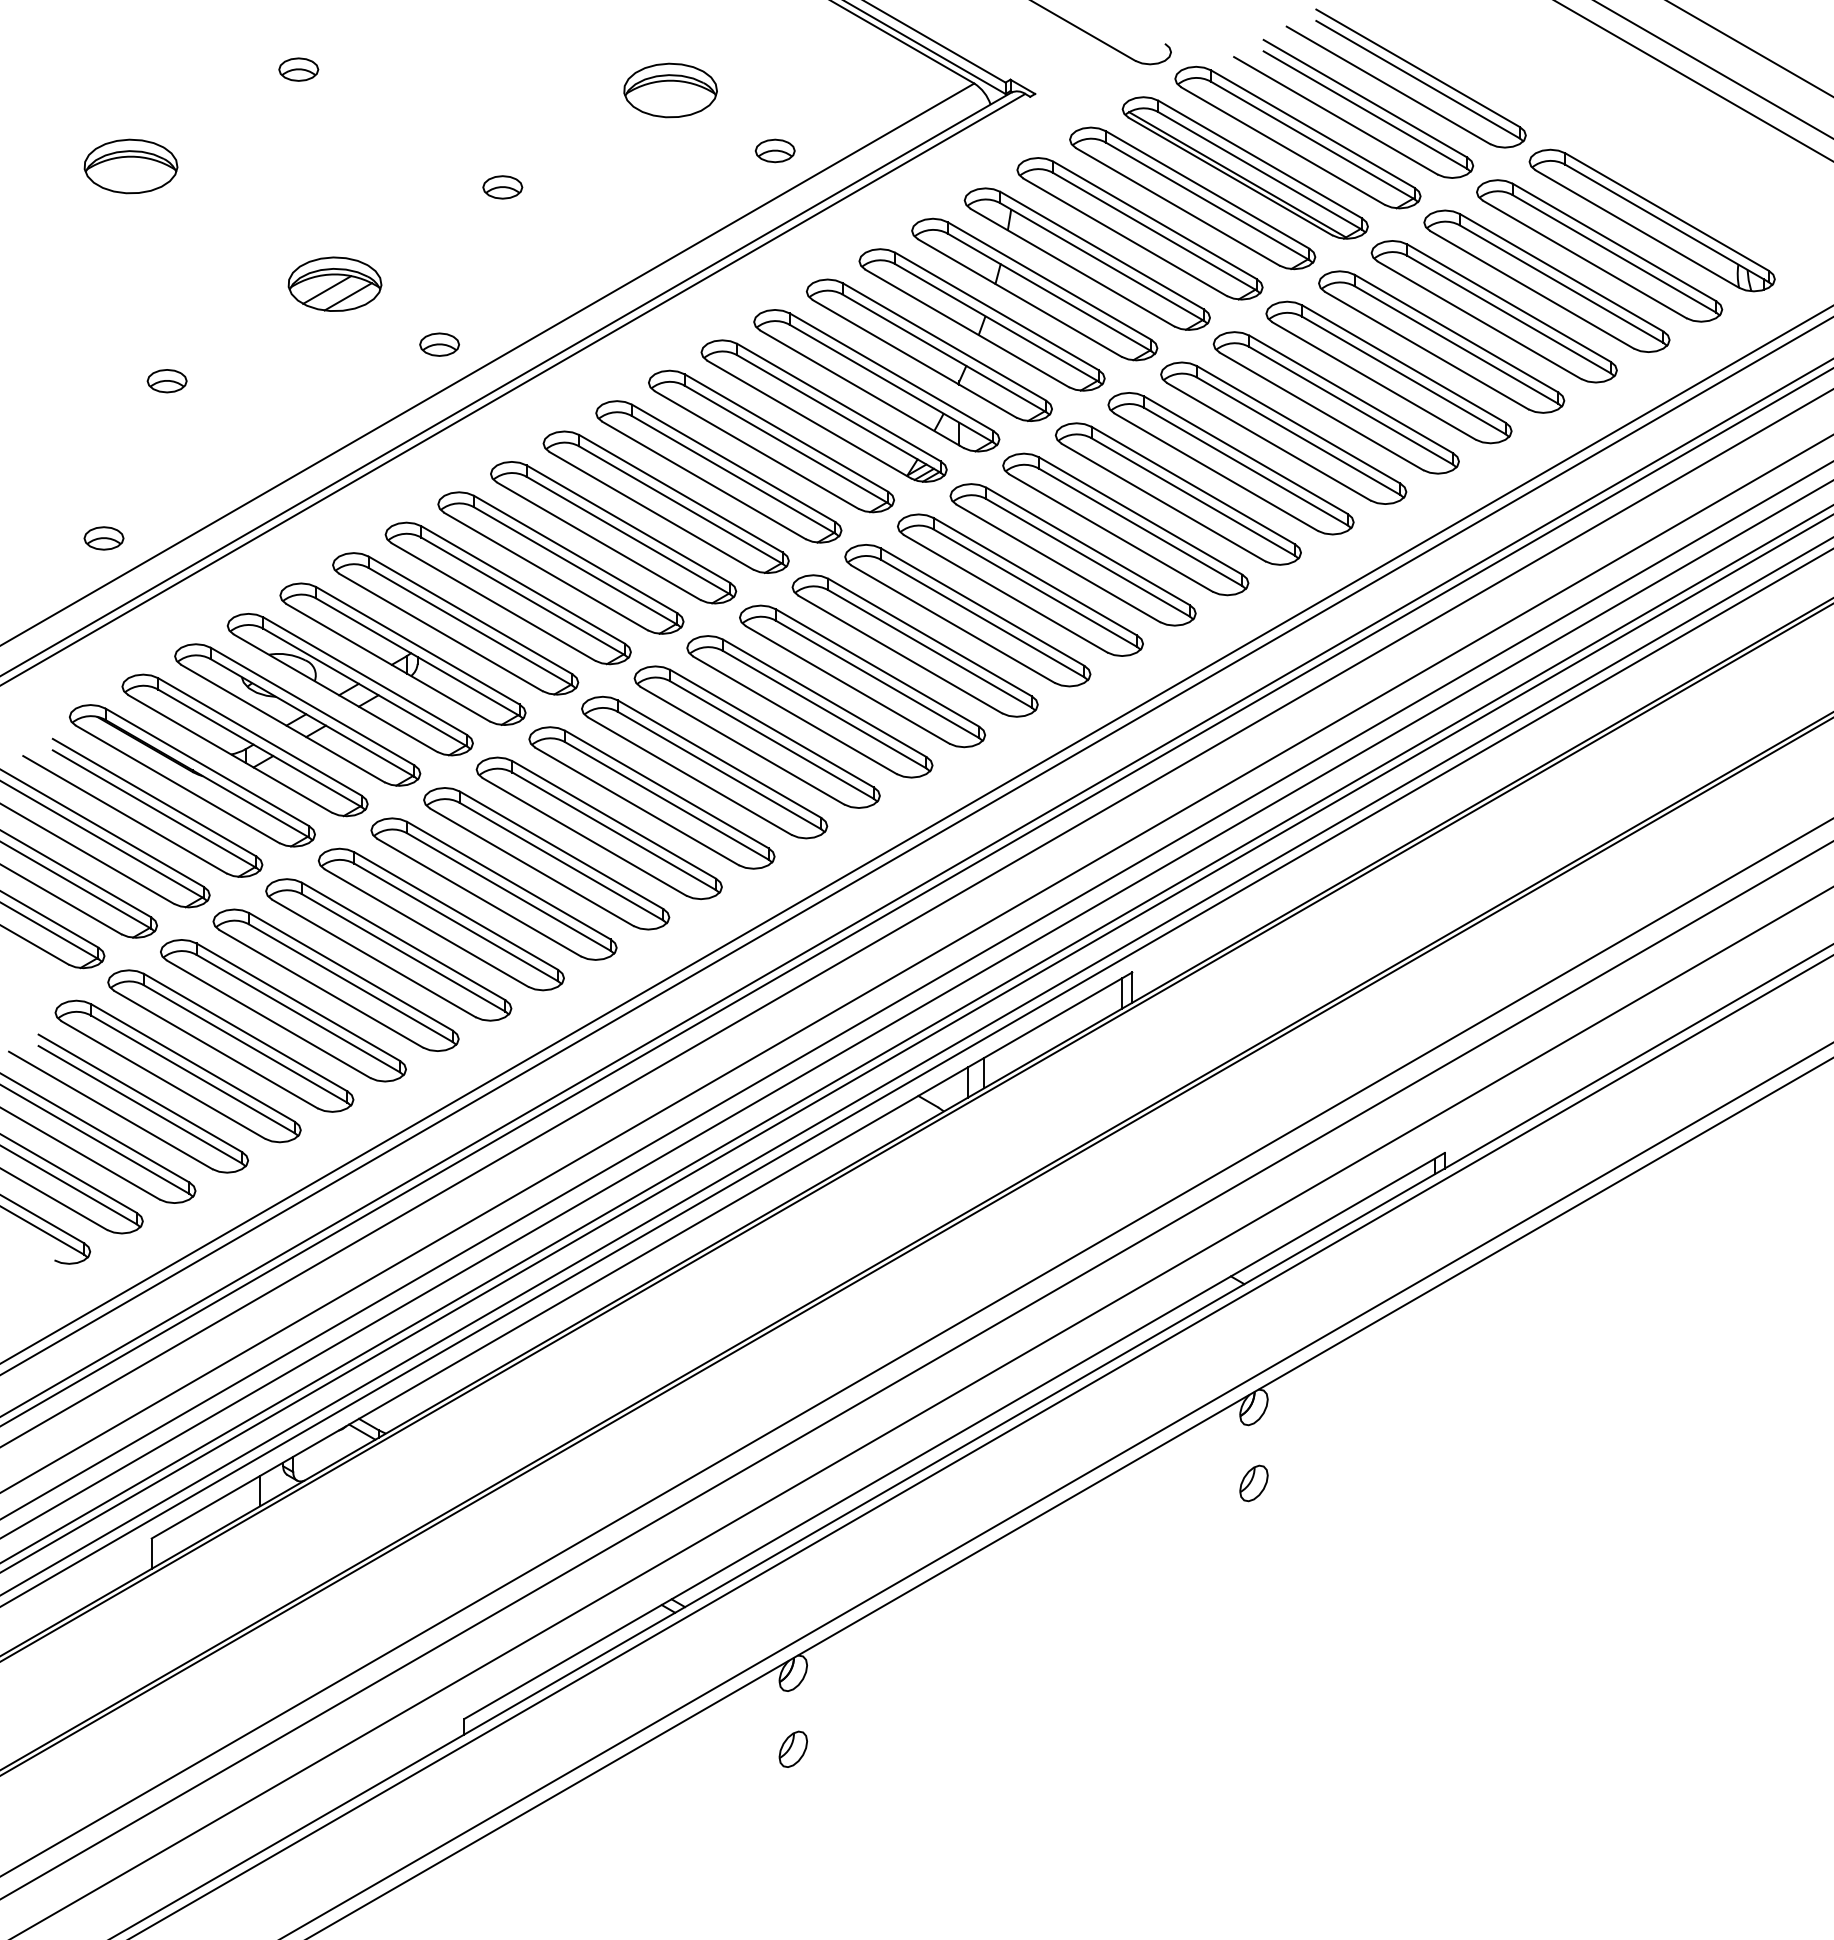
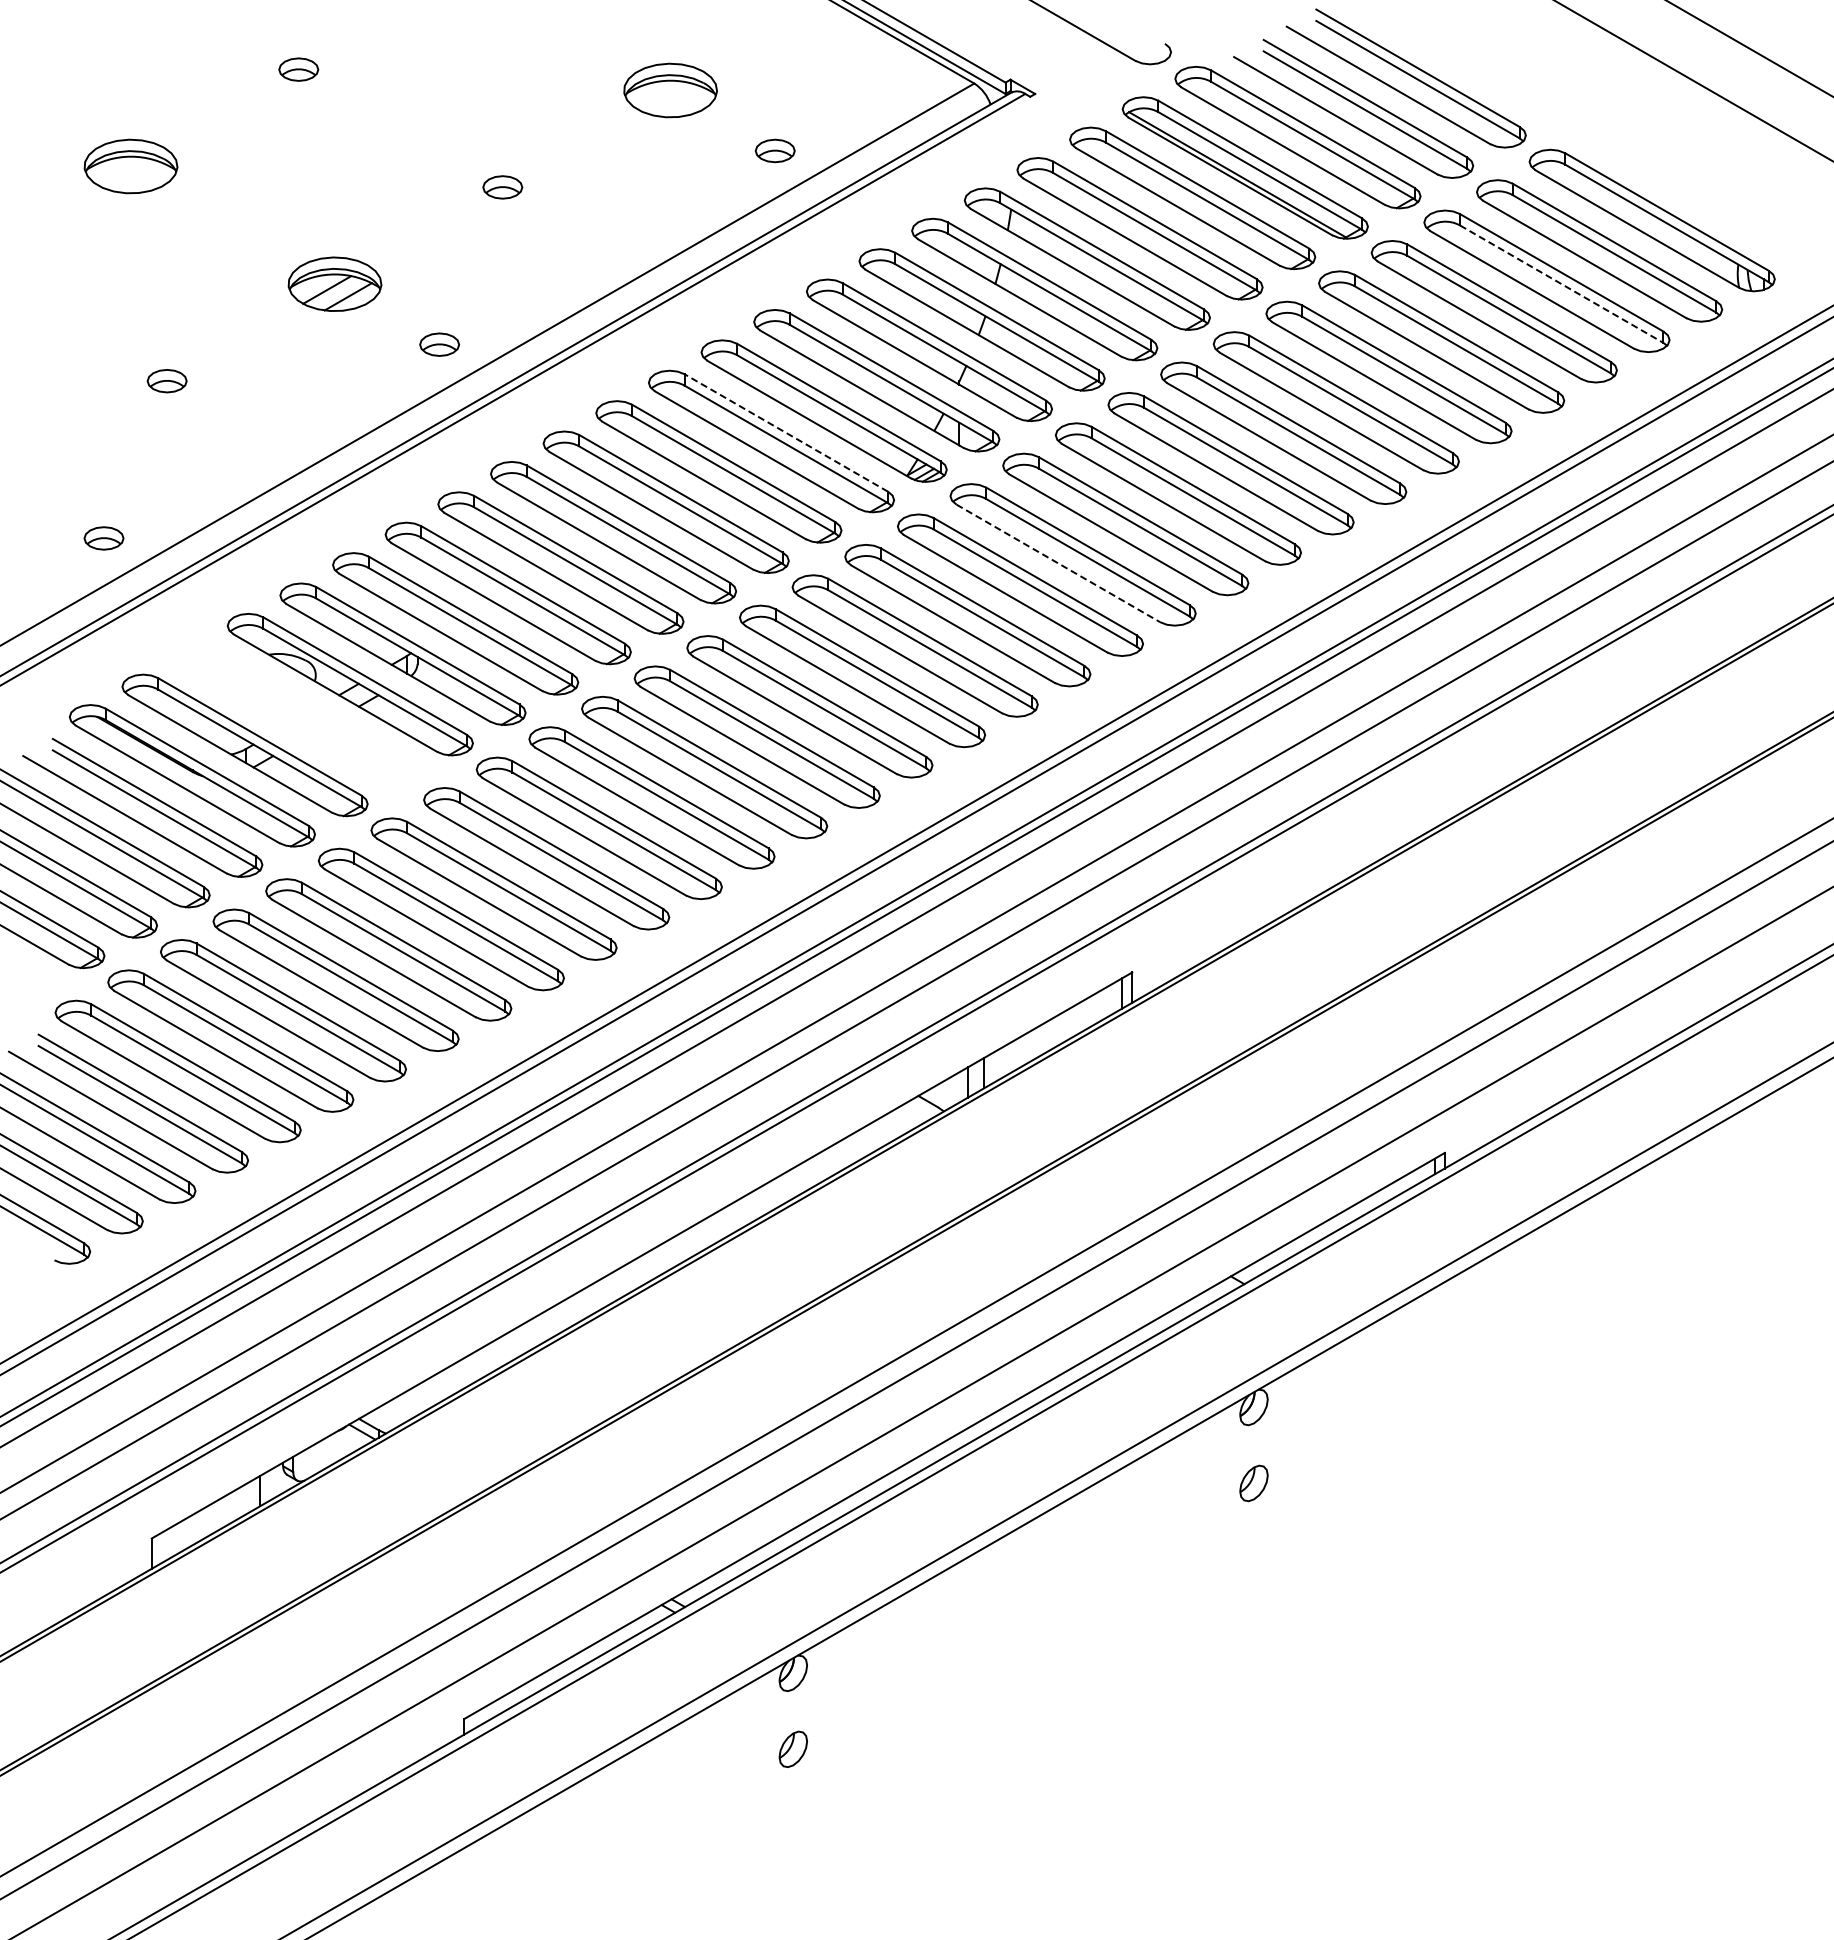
line at (1713, 69): present -> none
line at (1562, 284): solid -> dashed
line at (785, 432): solid -> dashed
line at (1058, 563): solid -> dashed
part at (297, 714): present -> none
line at (916, 1009): present -> none
line at (916, 1066): present -> none
line at (916, 1077): present -> none
